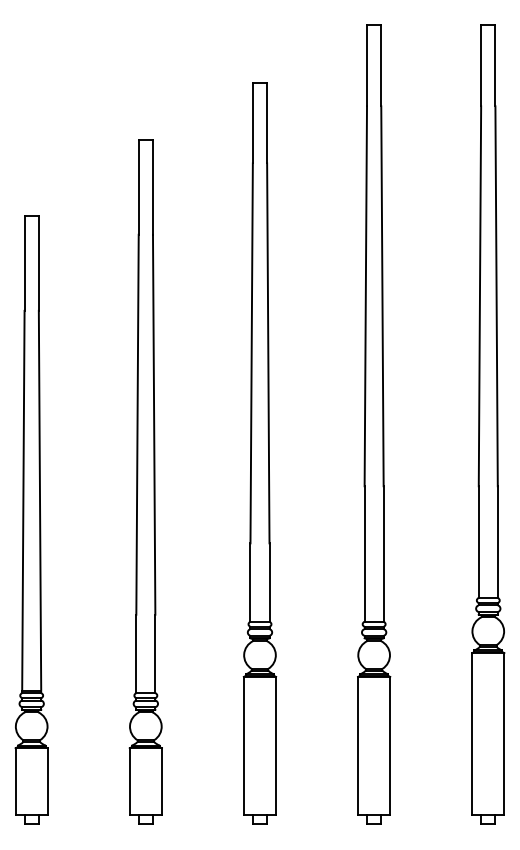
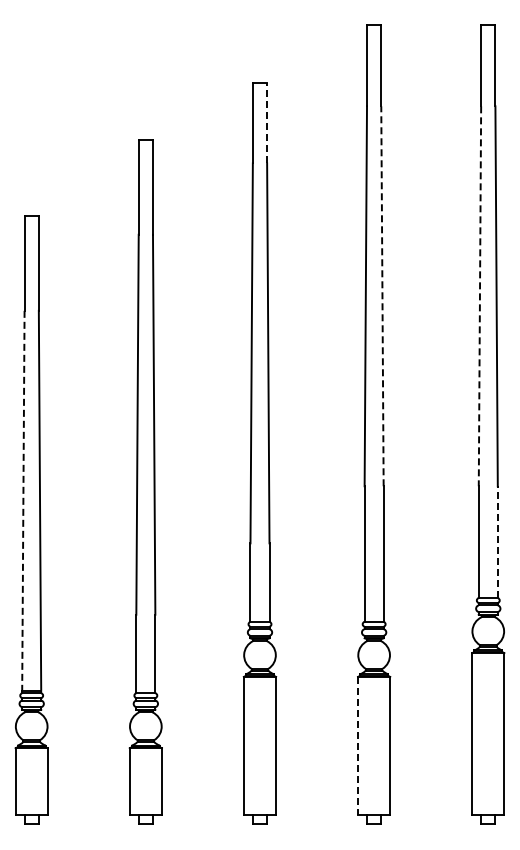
line at (267, 122): solid -> dashed
line at (382, 296): solid -> dashed
line at (479, 296): solid -> dashed
line at (23, 500): solid -> dashed
line at (497, 542): solid -> dashed
line at (358, 746): solid -> dashed
